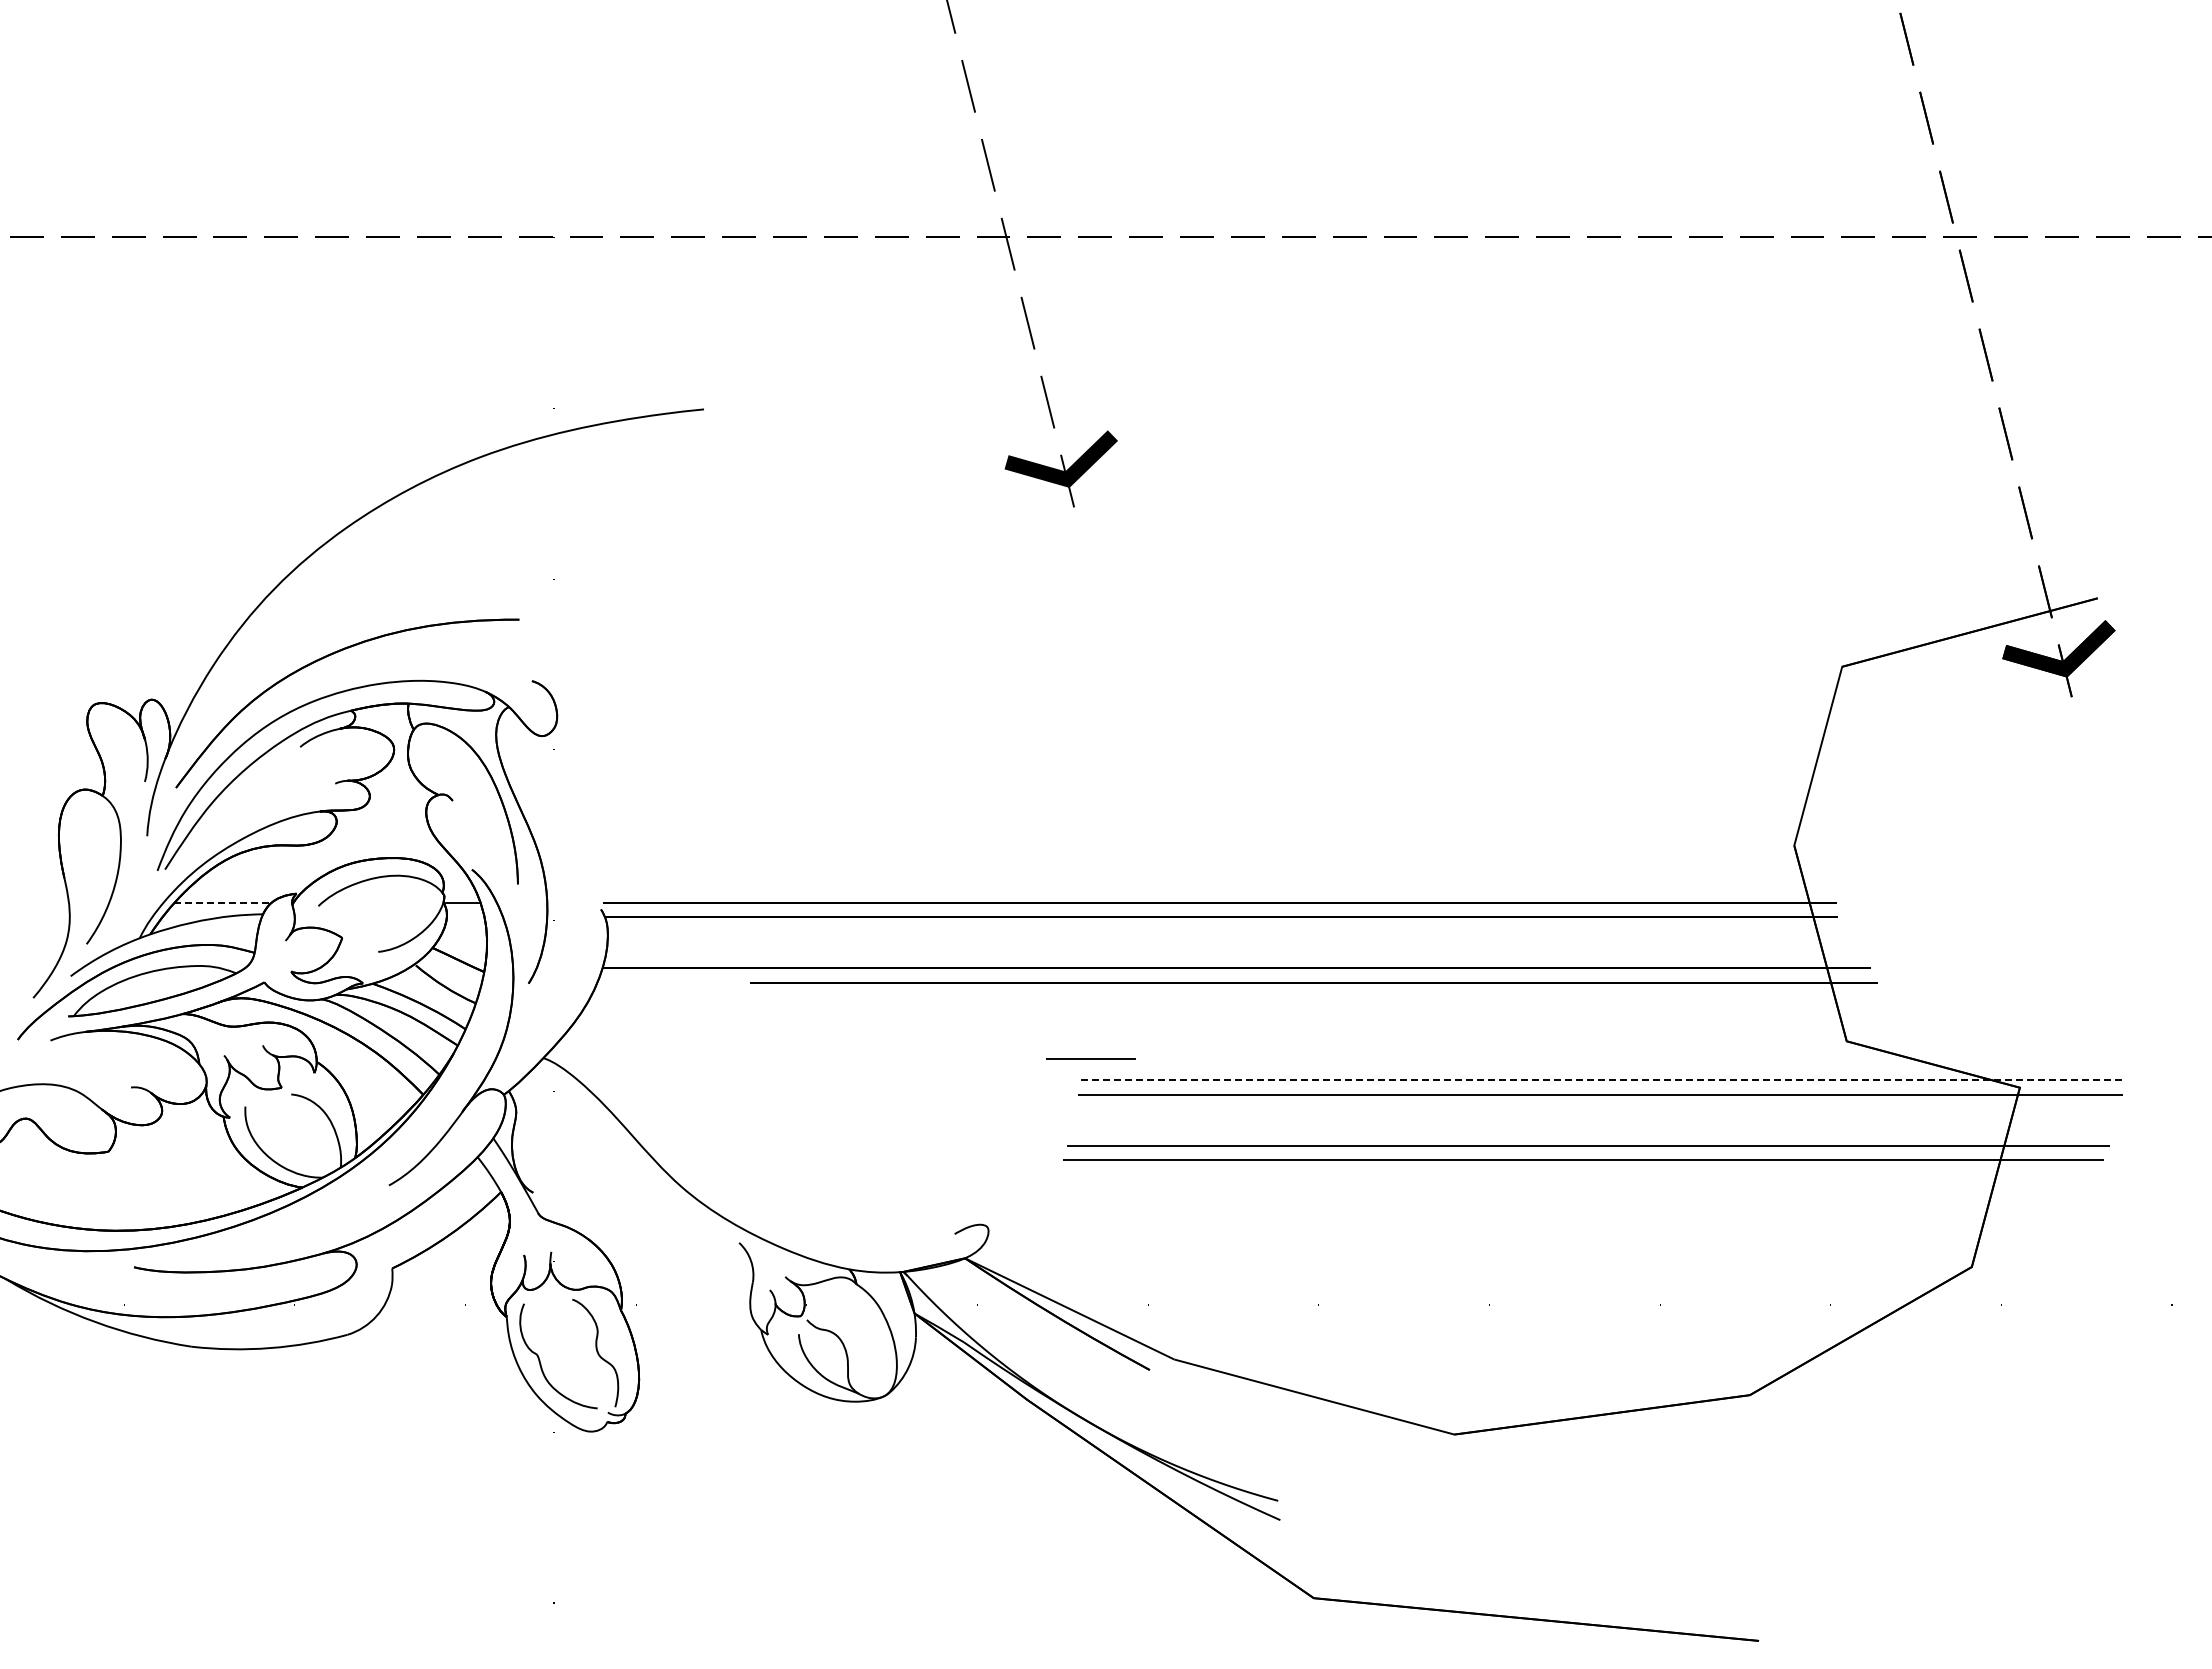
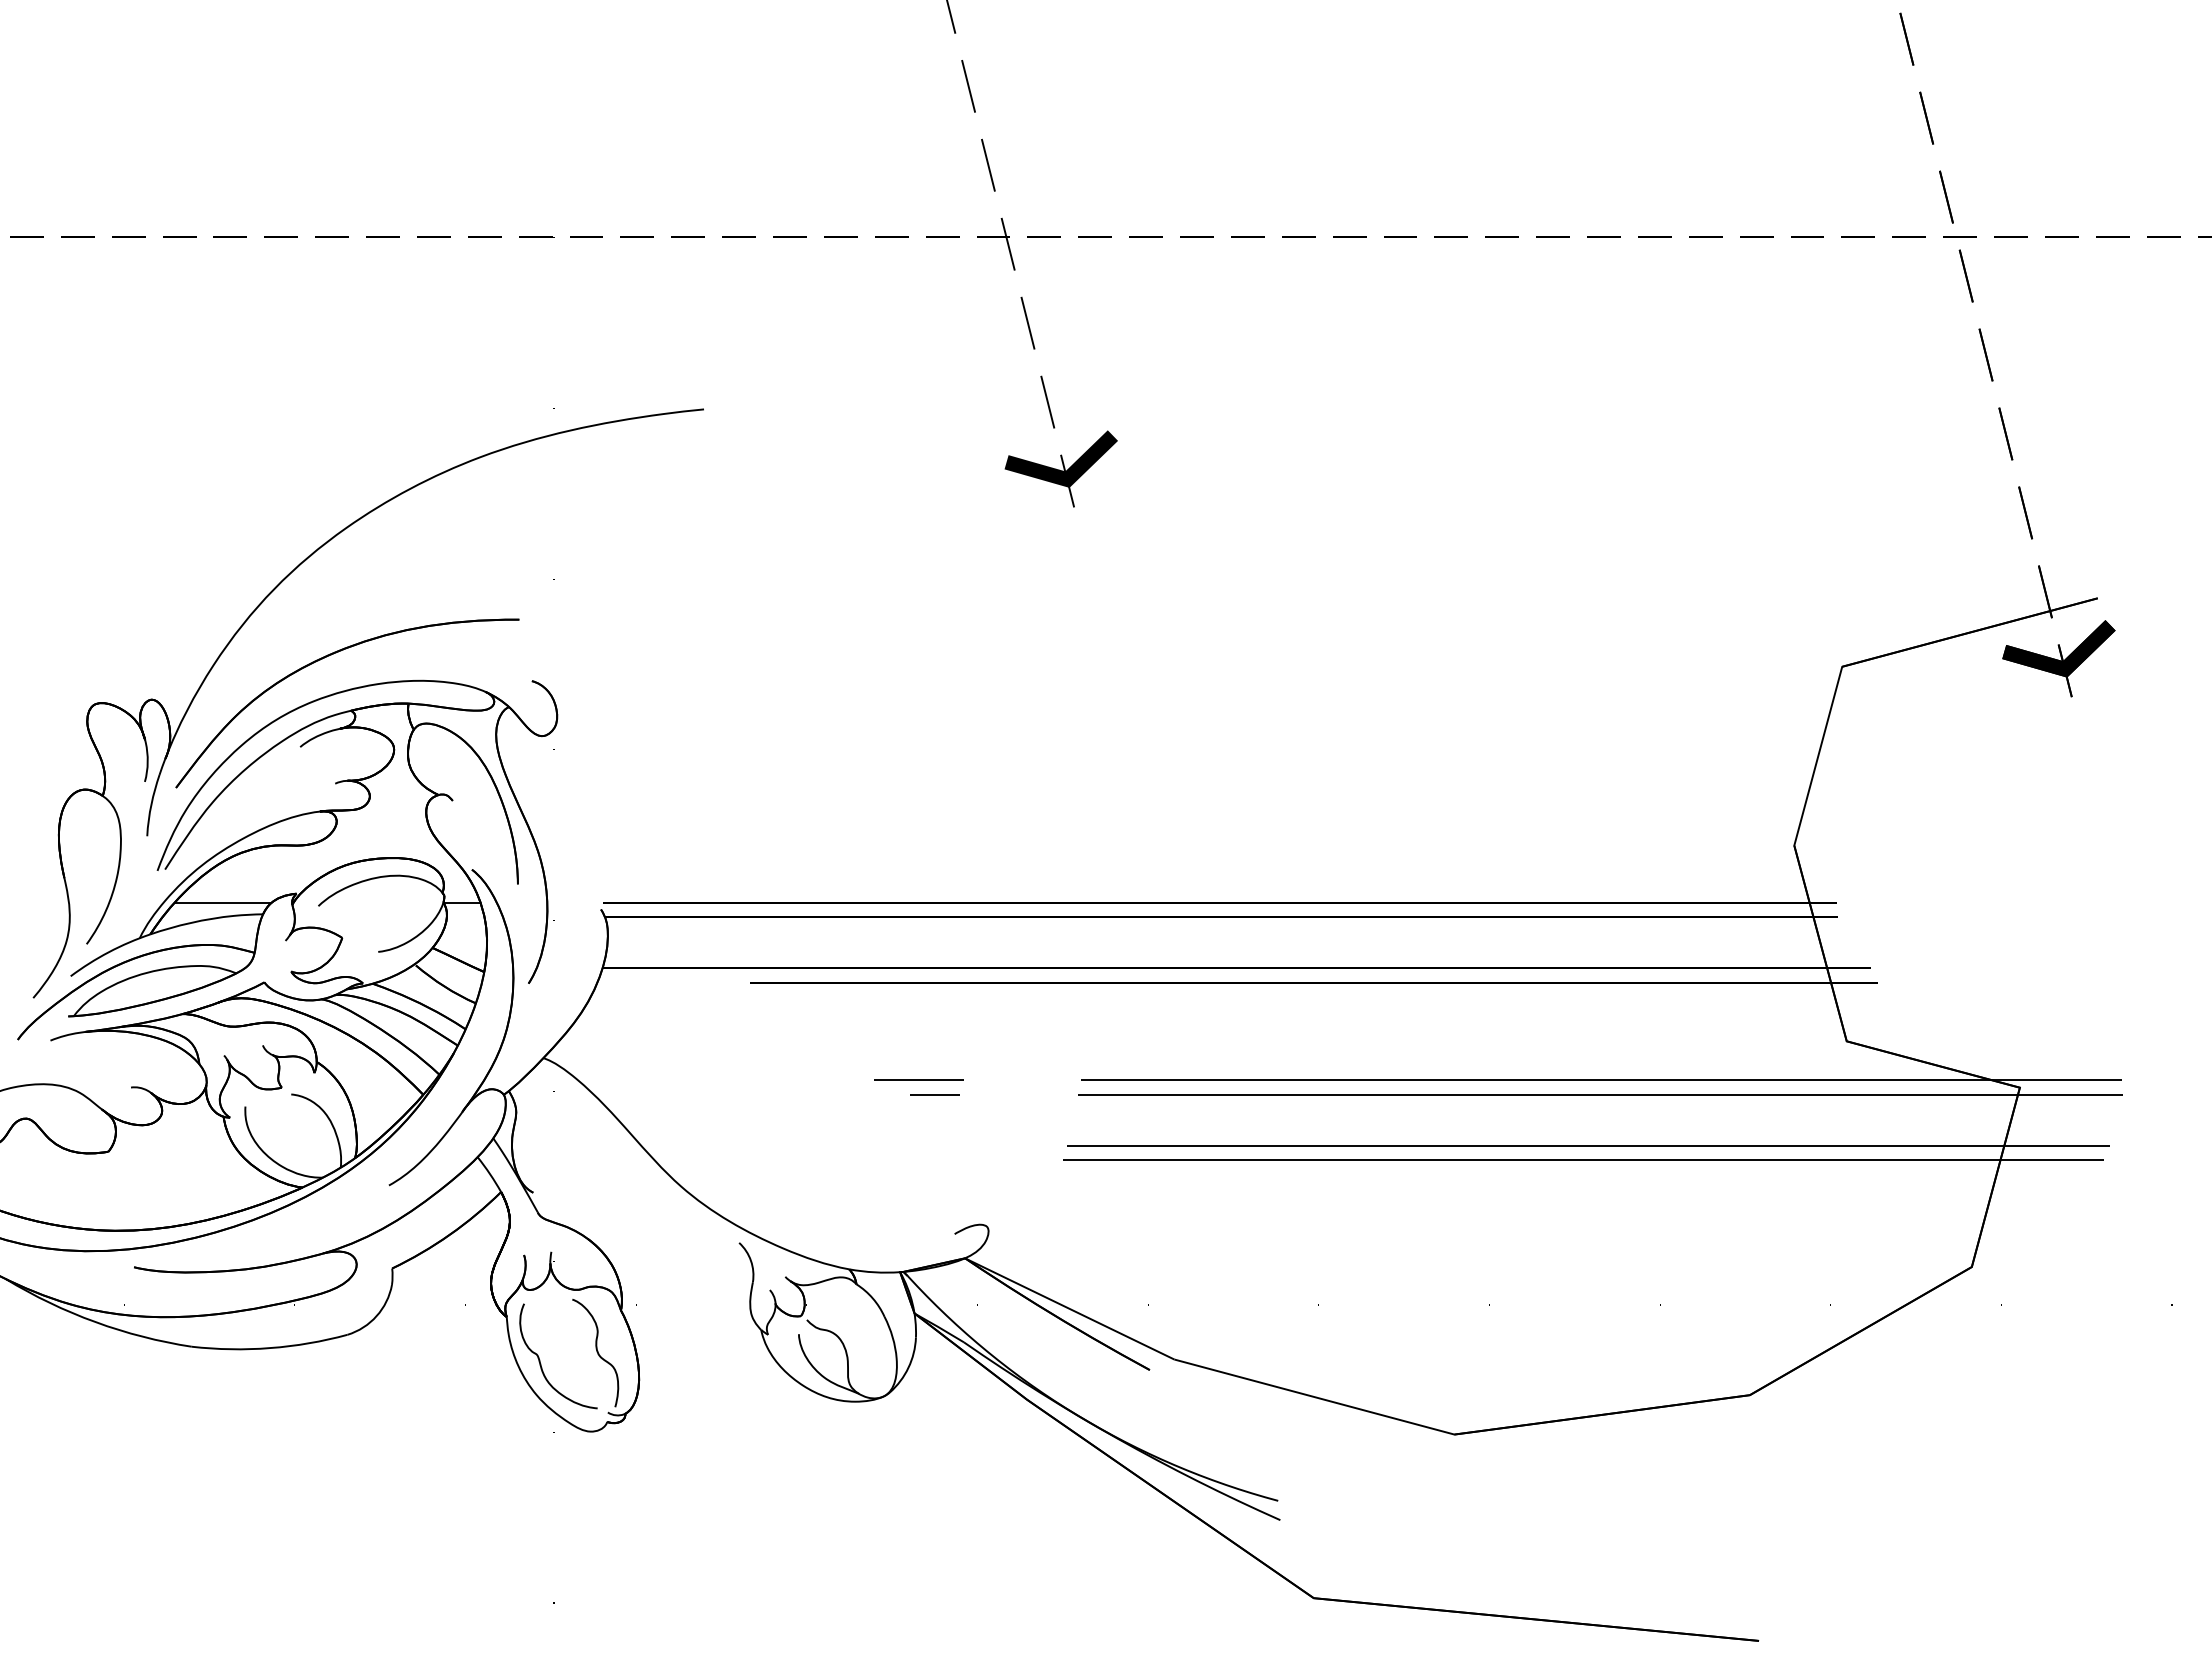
line at (222, 903): dashed -> solid
line at (1090, 1058) position: (1090, 1058) -> (918, 1079)
line at (1601, 1080): dashed -> solid
line at (934, 1094): none -> present
